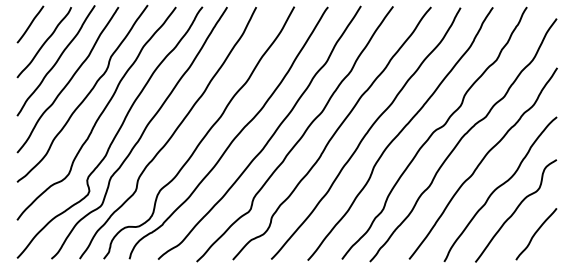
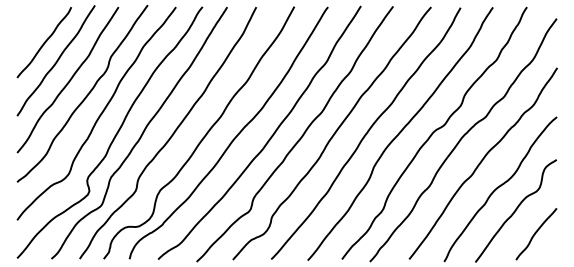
line at (30, 24): present -> none
